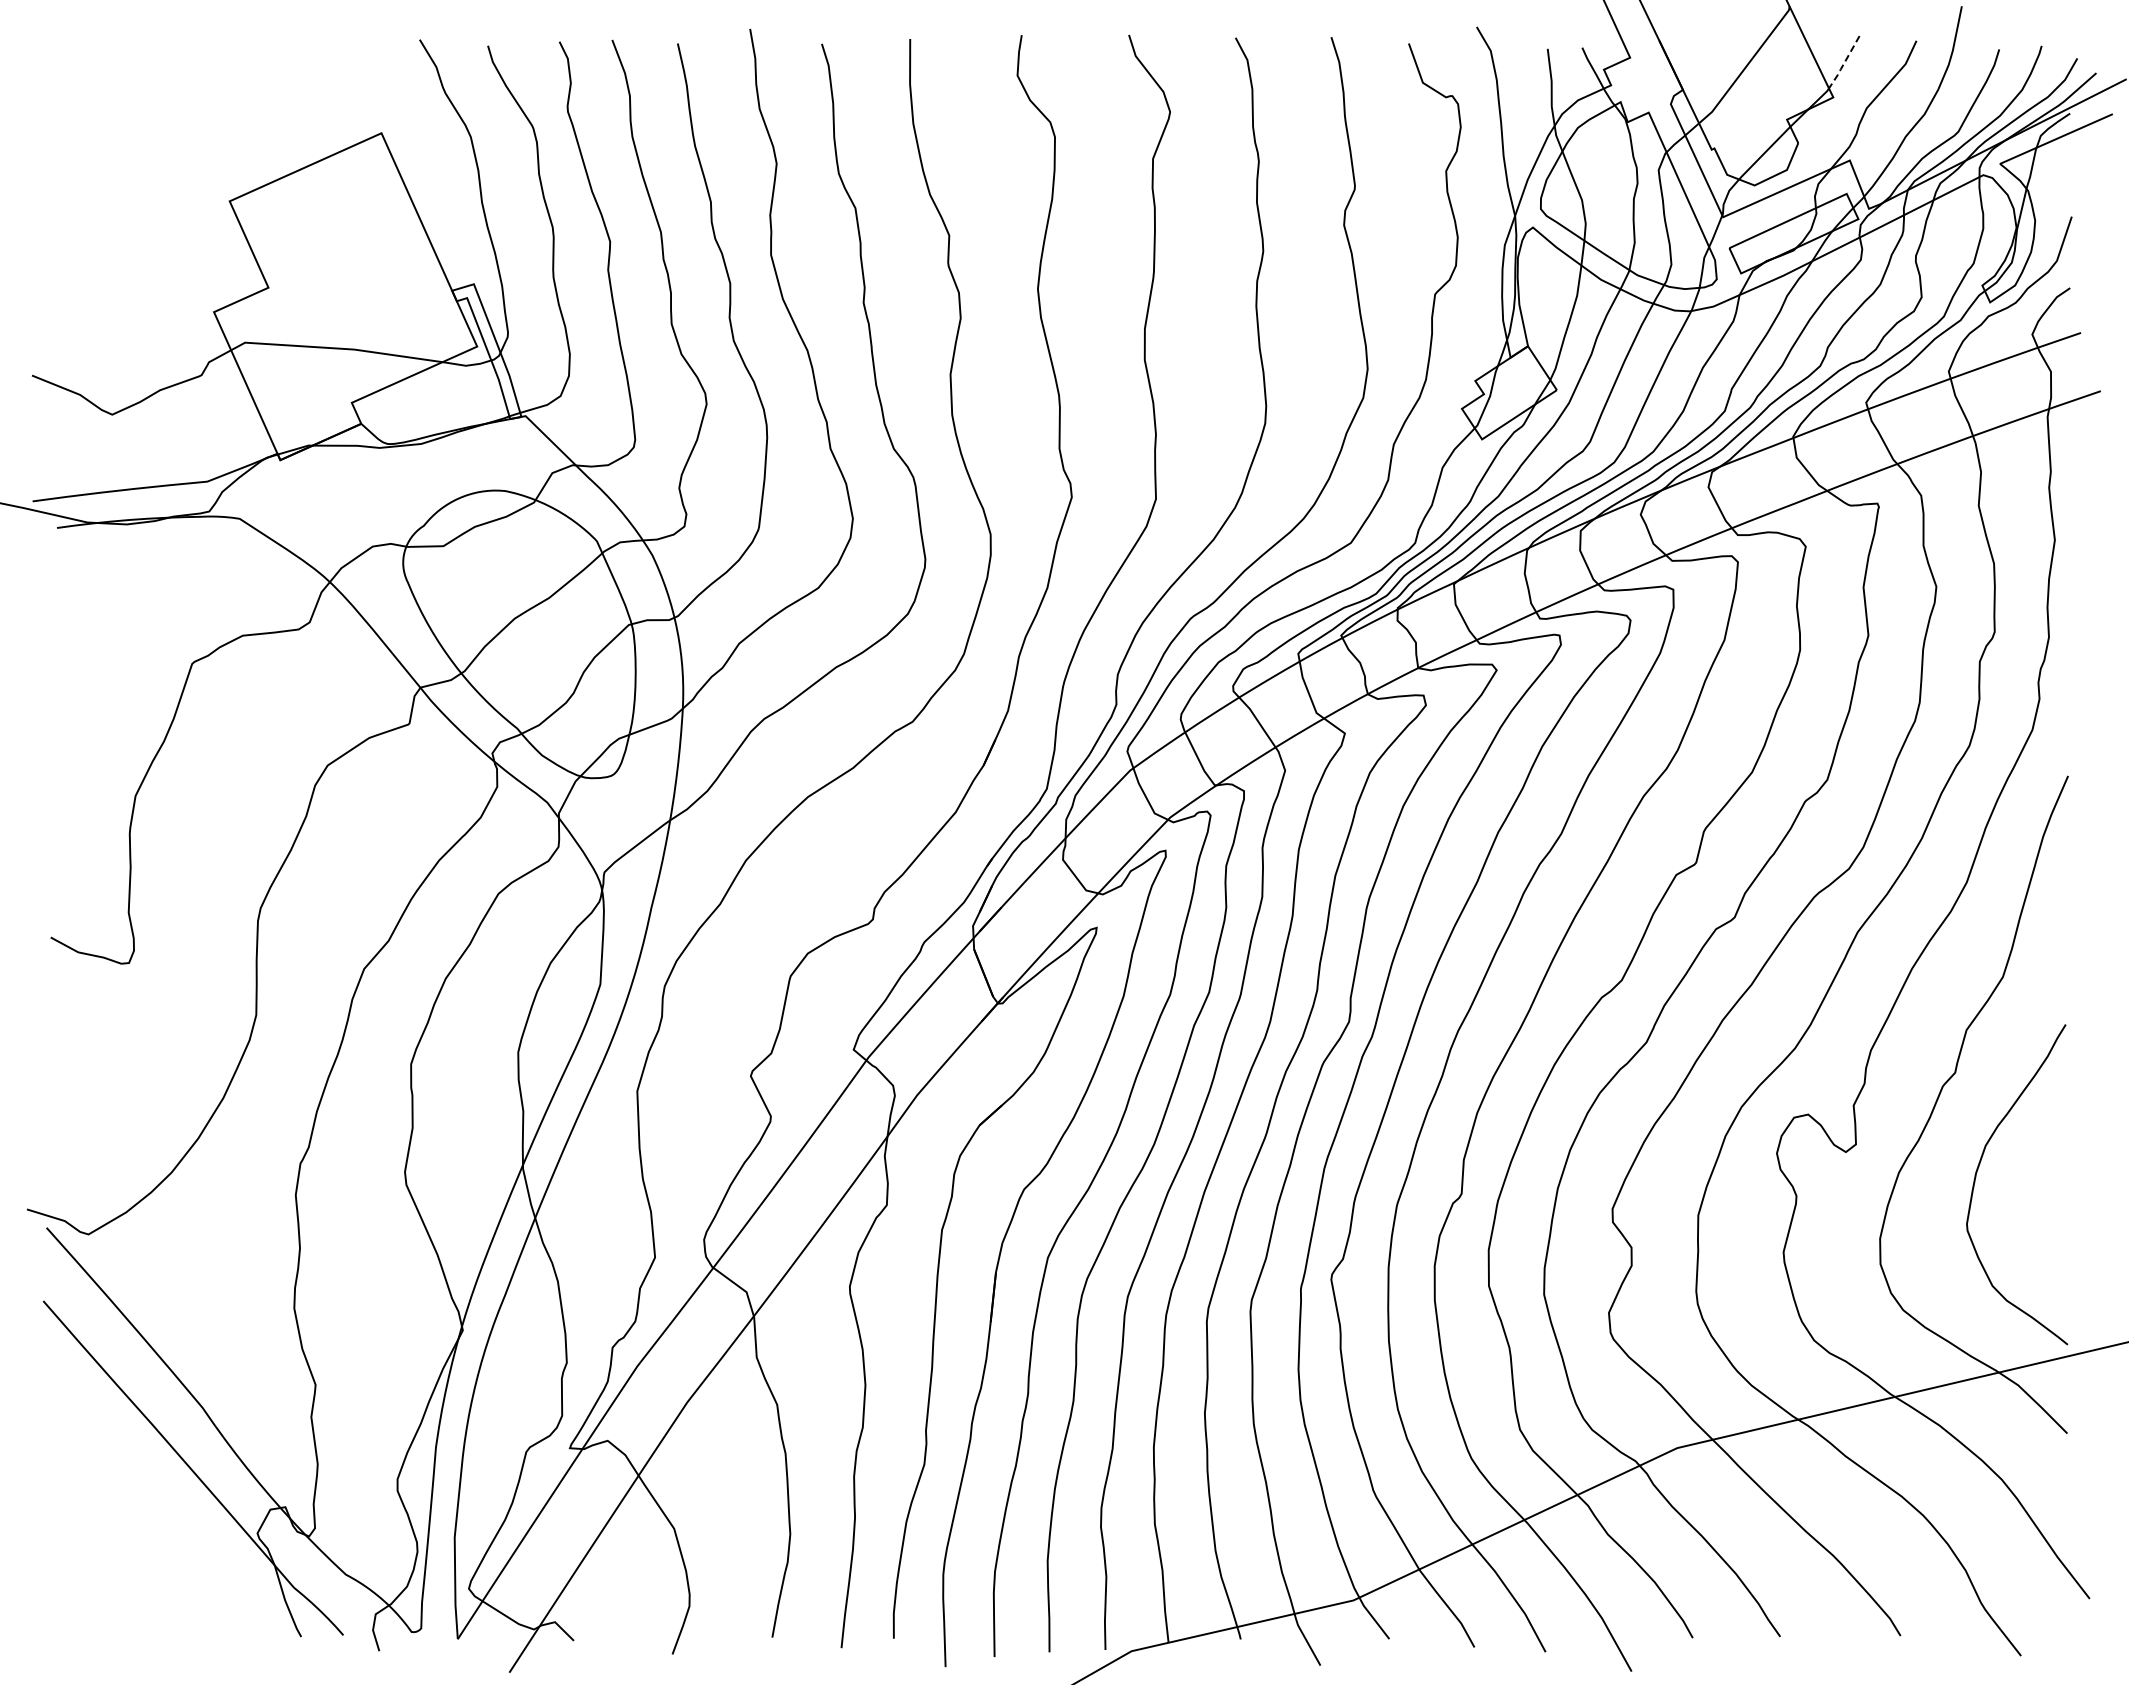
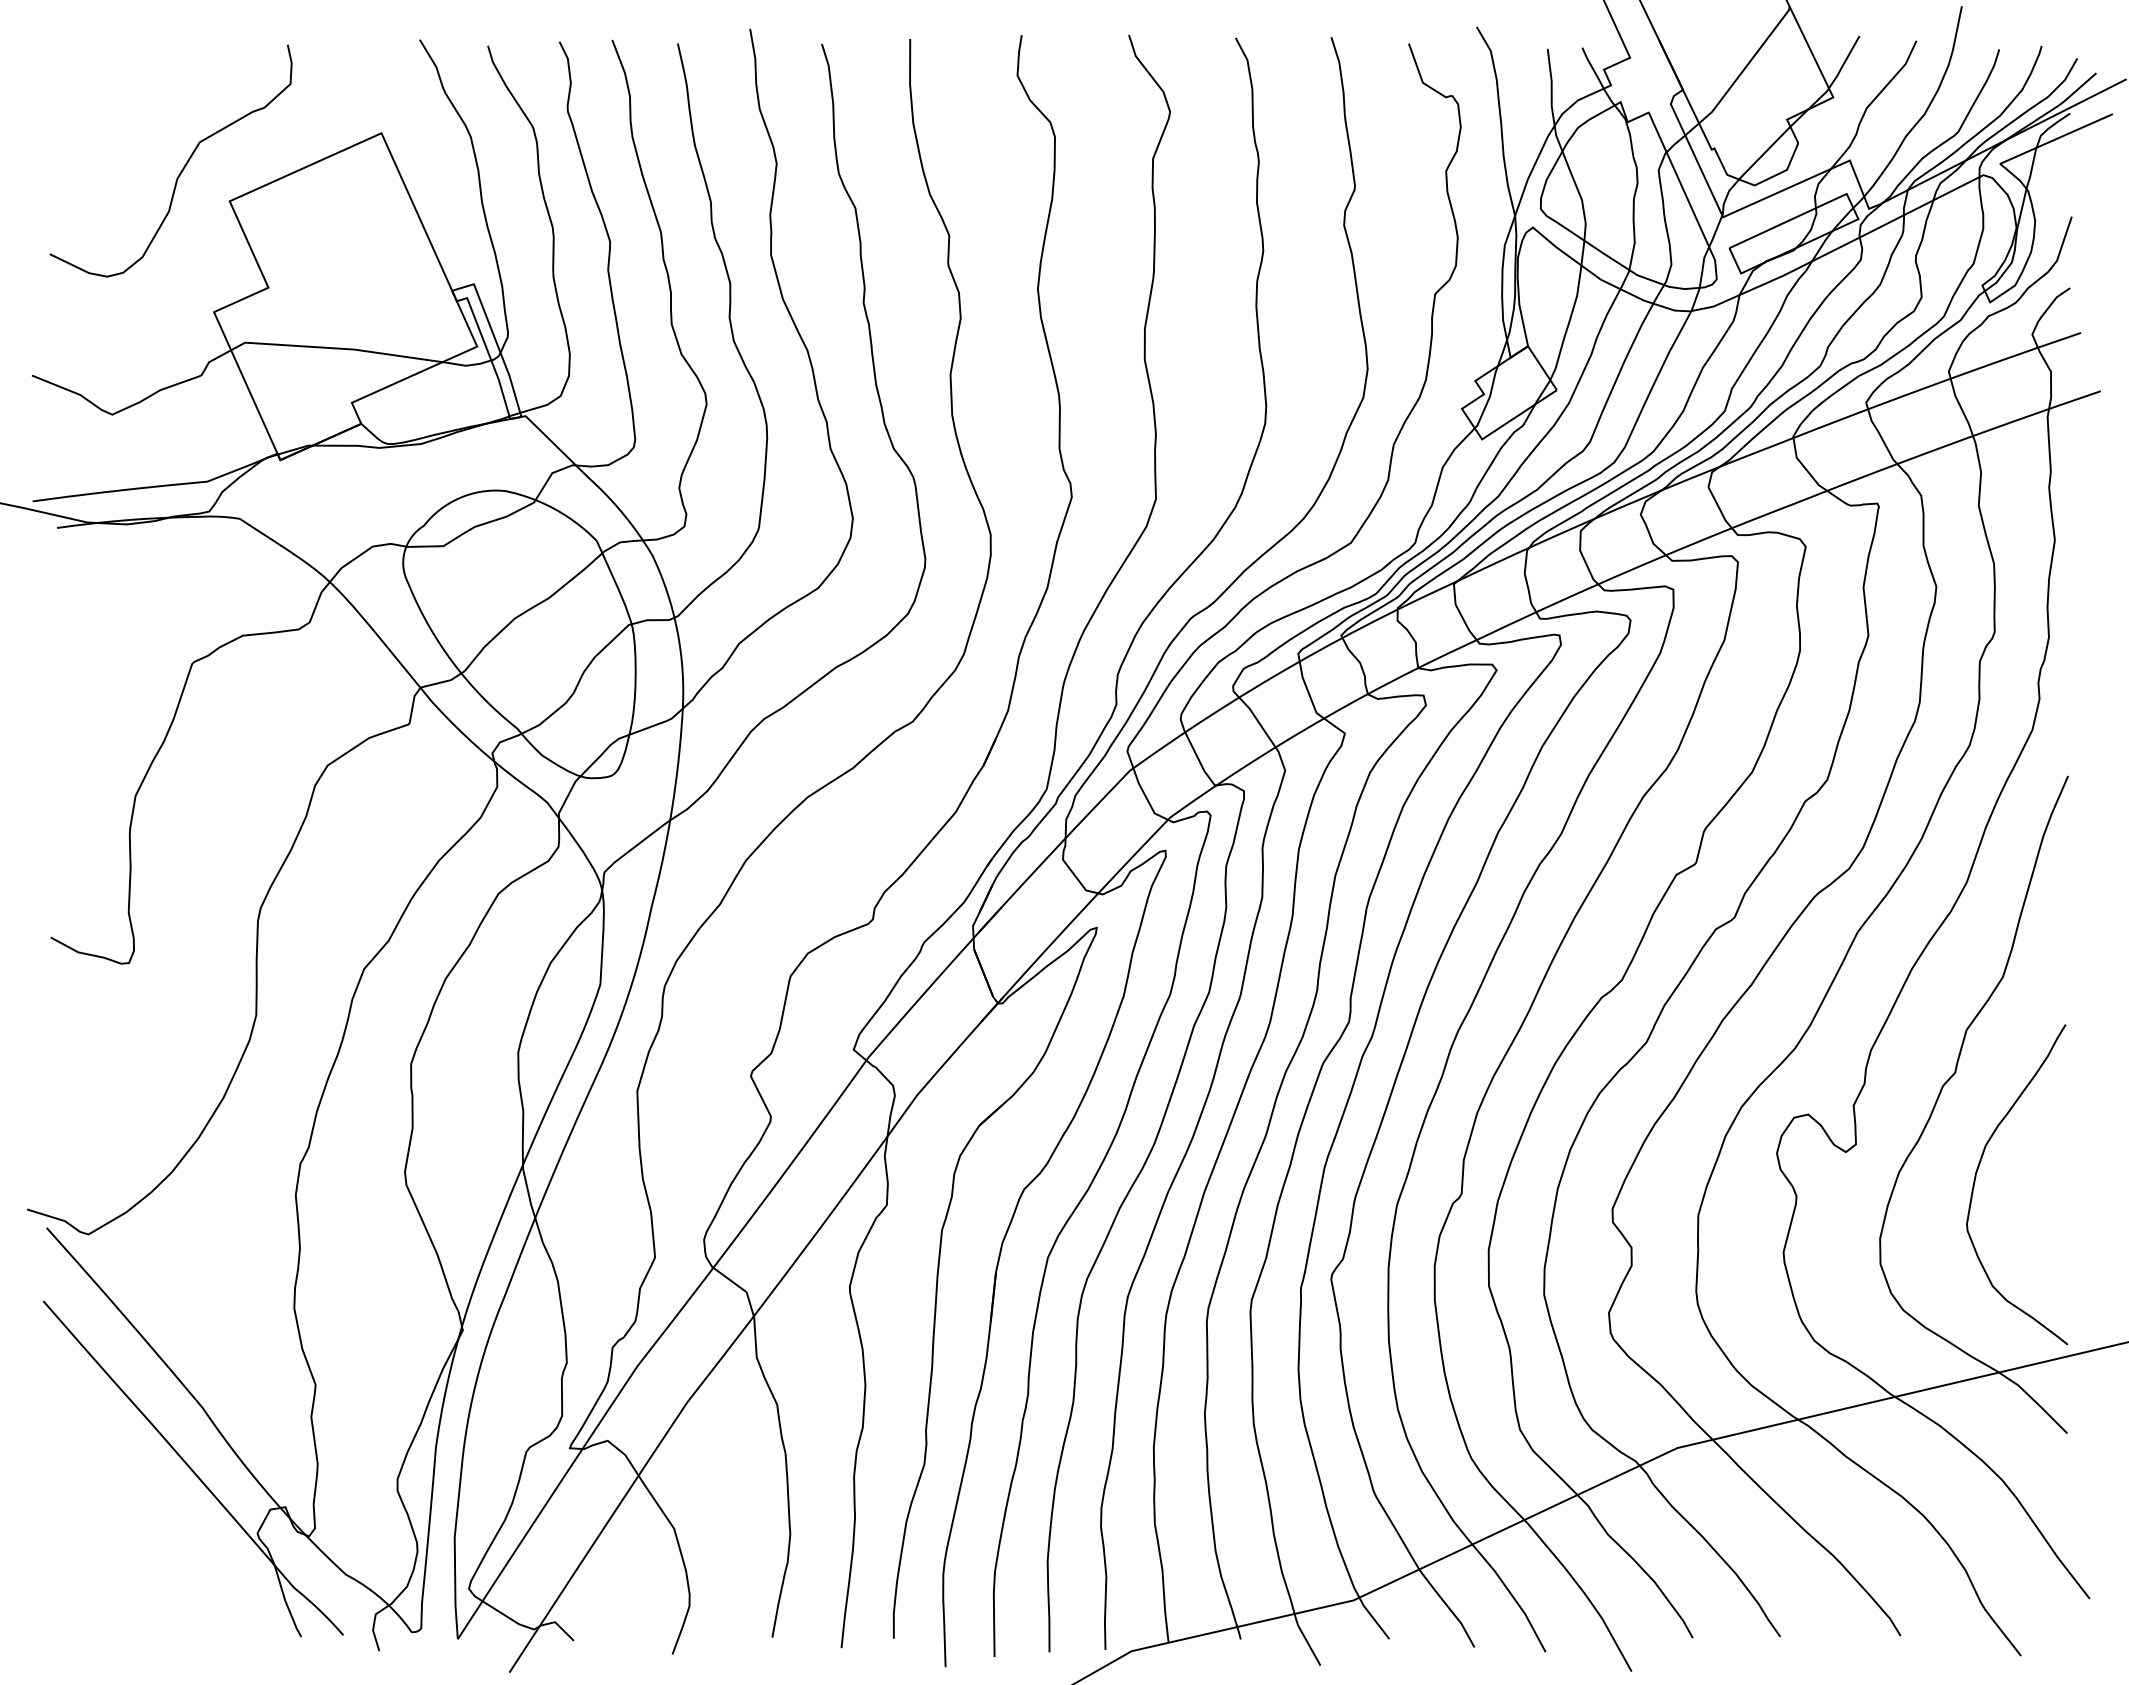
line at (1843, 64): dashed -> solid
curve at (183, 166): none -> present
